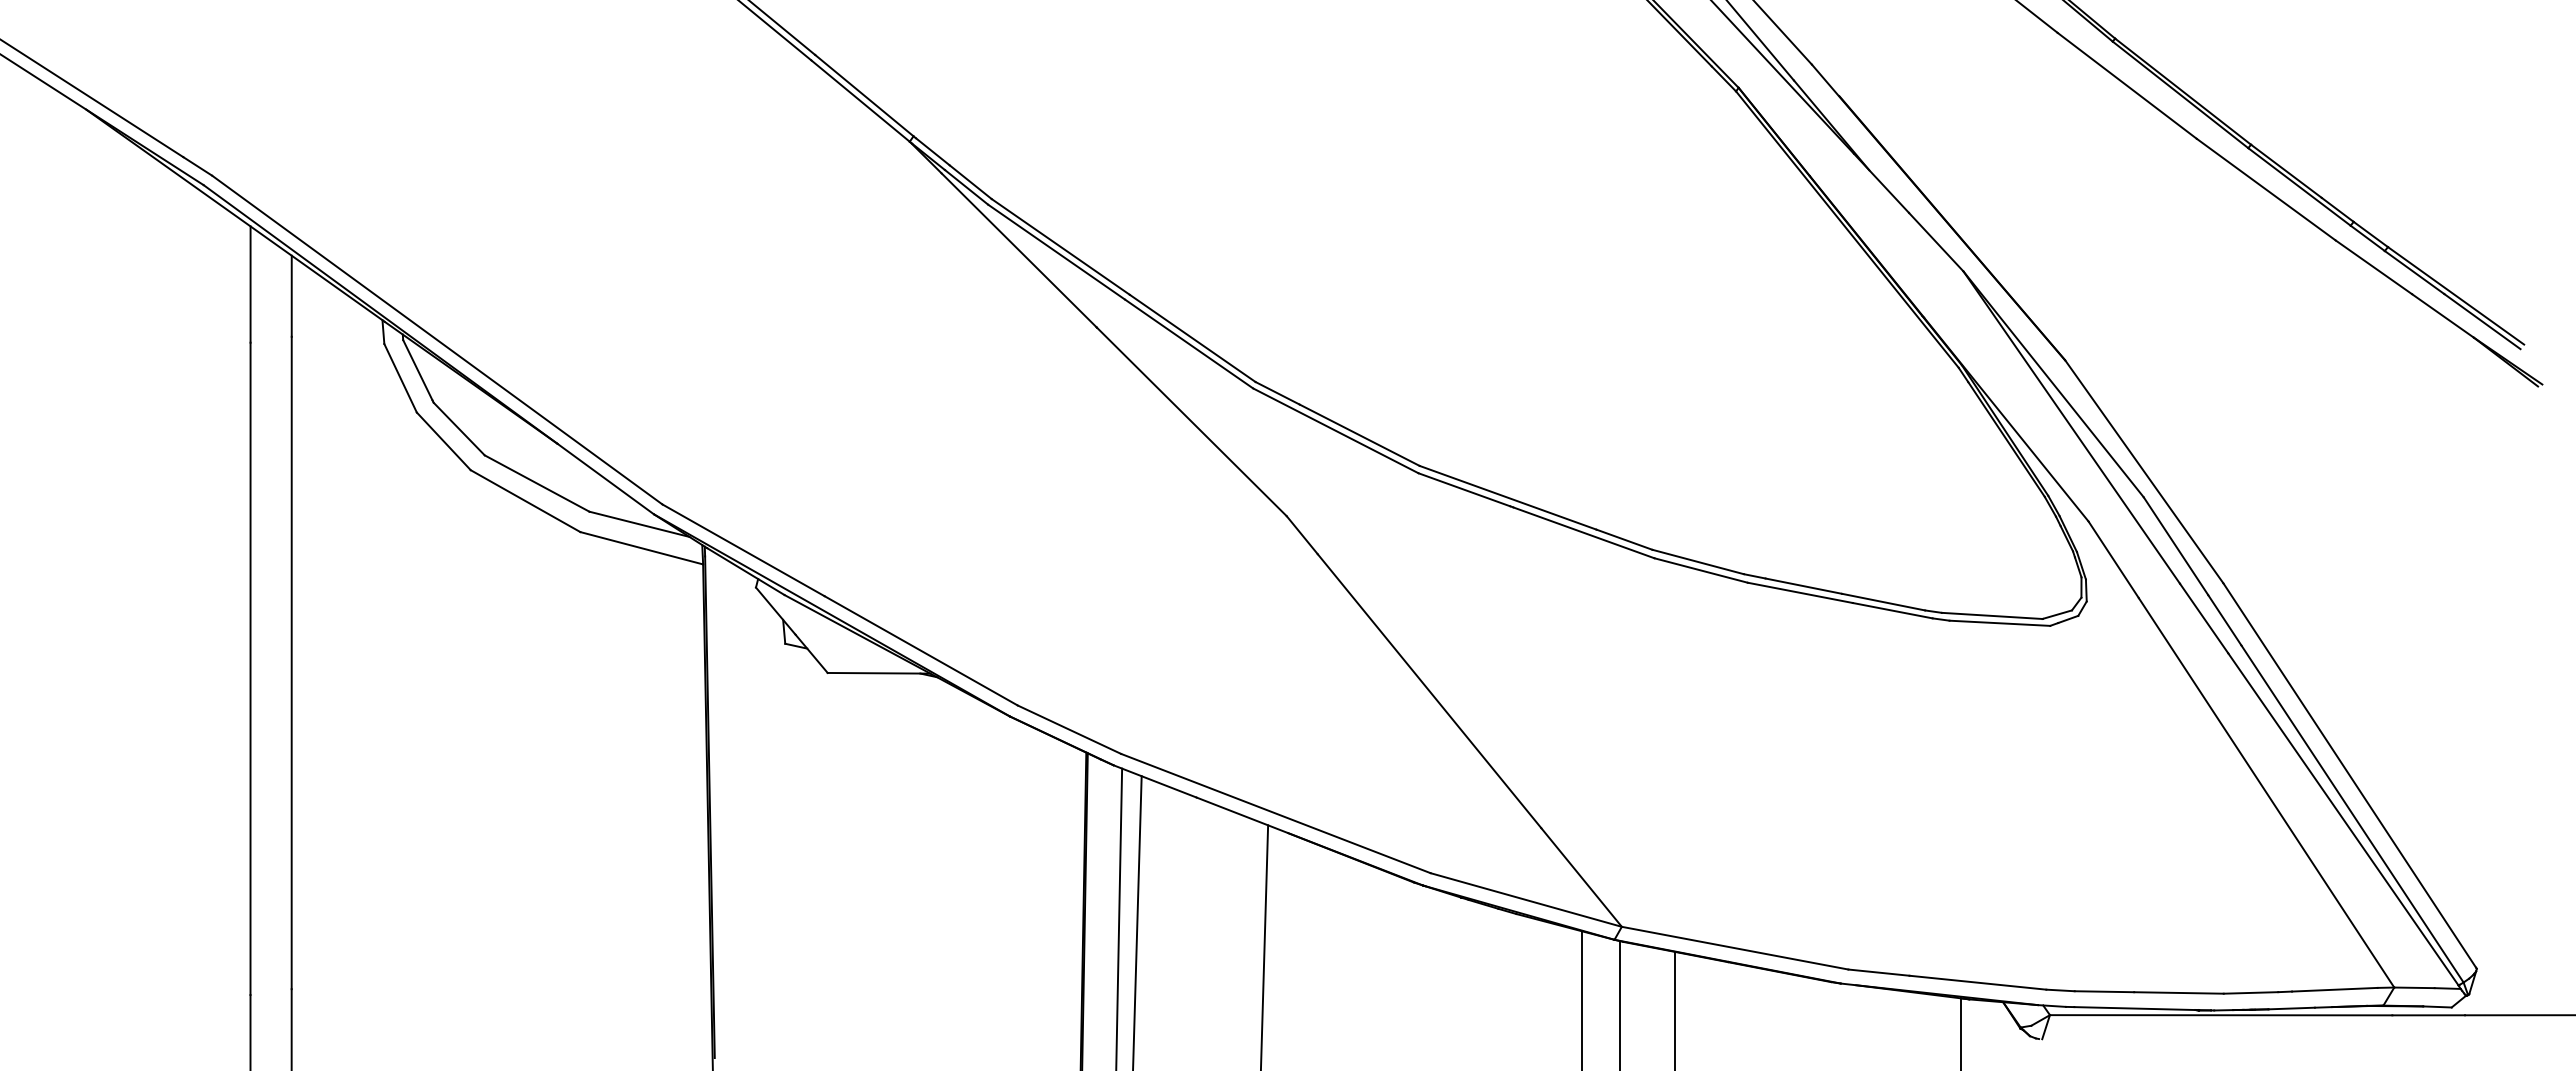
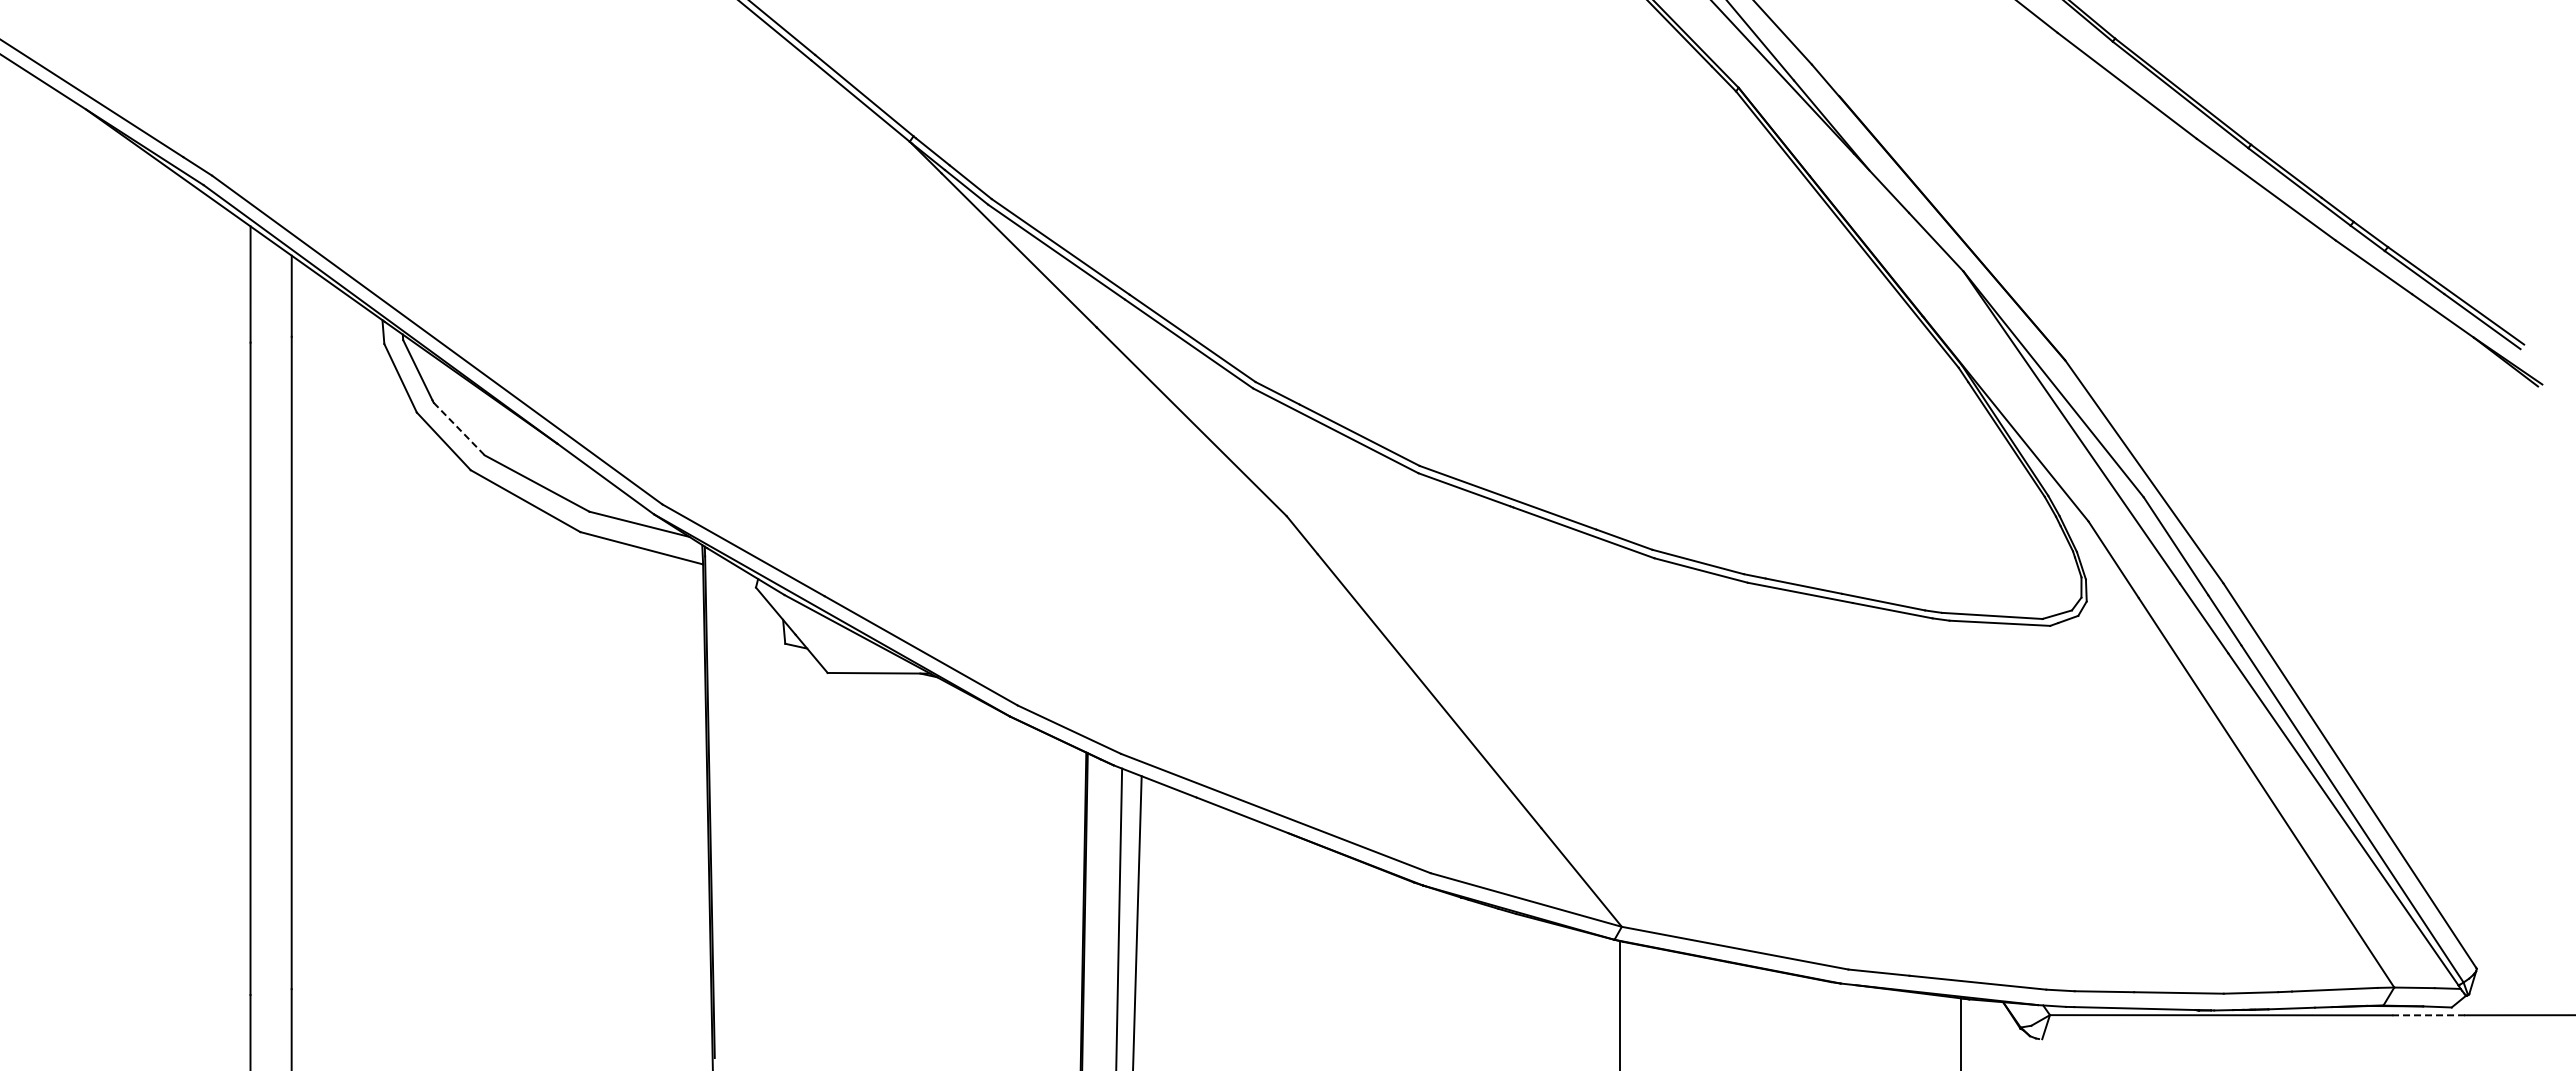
line at (459, 429): solid -> dashed
line at (1264, 946): present -> none
line at (1582, 999): present -> none
line at (1674, 1009): present -> none
line at (2428, 1015): solid -> dashed
